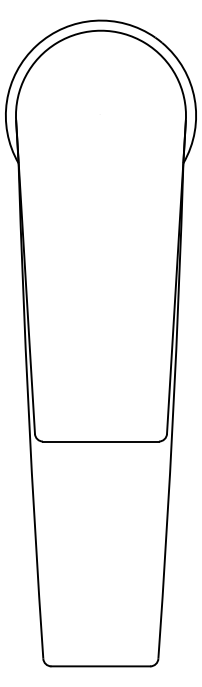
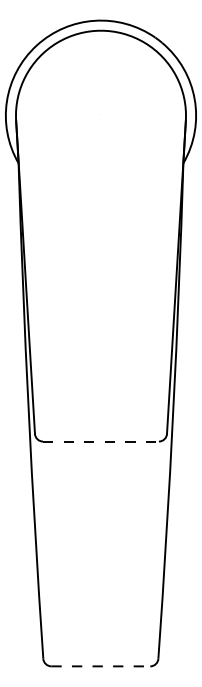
line at (100, 441): solid -> dashed
line at (101, 666): solid -> dashed
